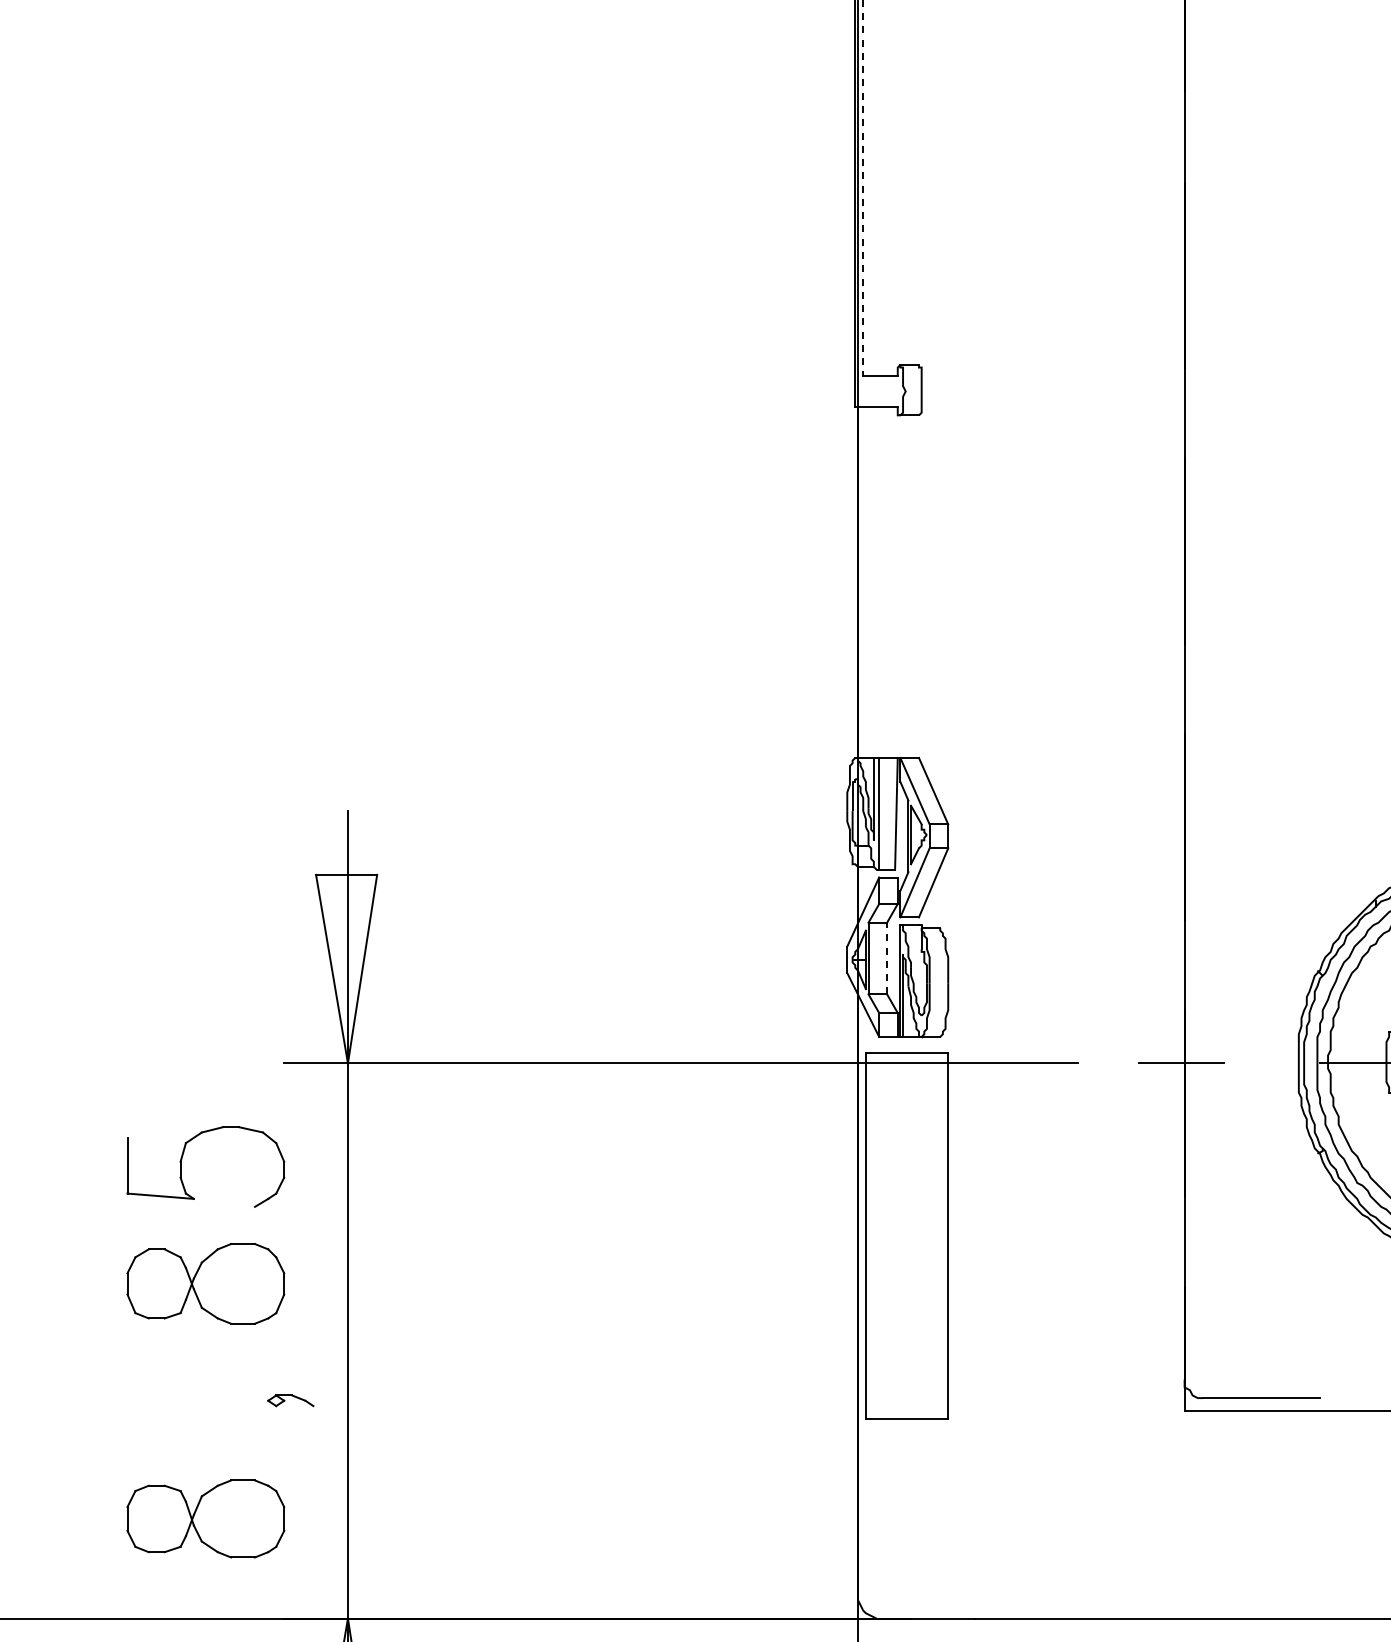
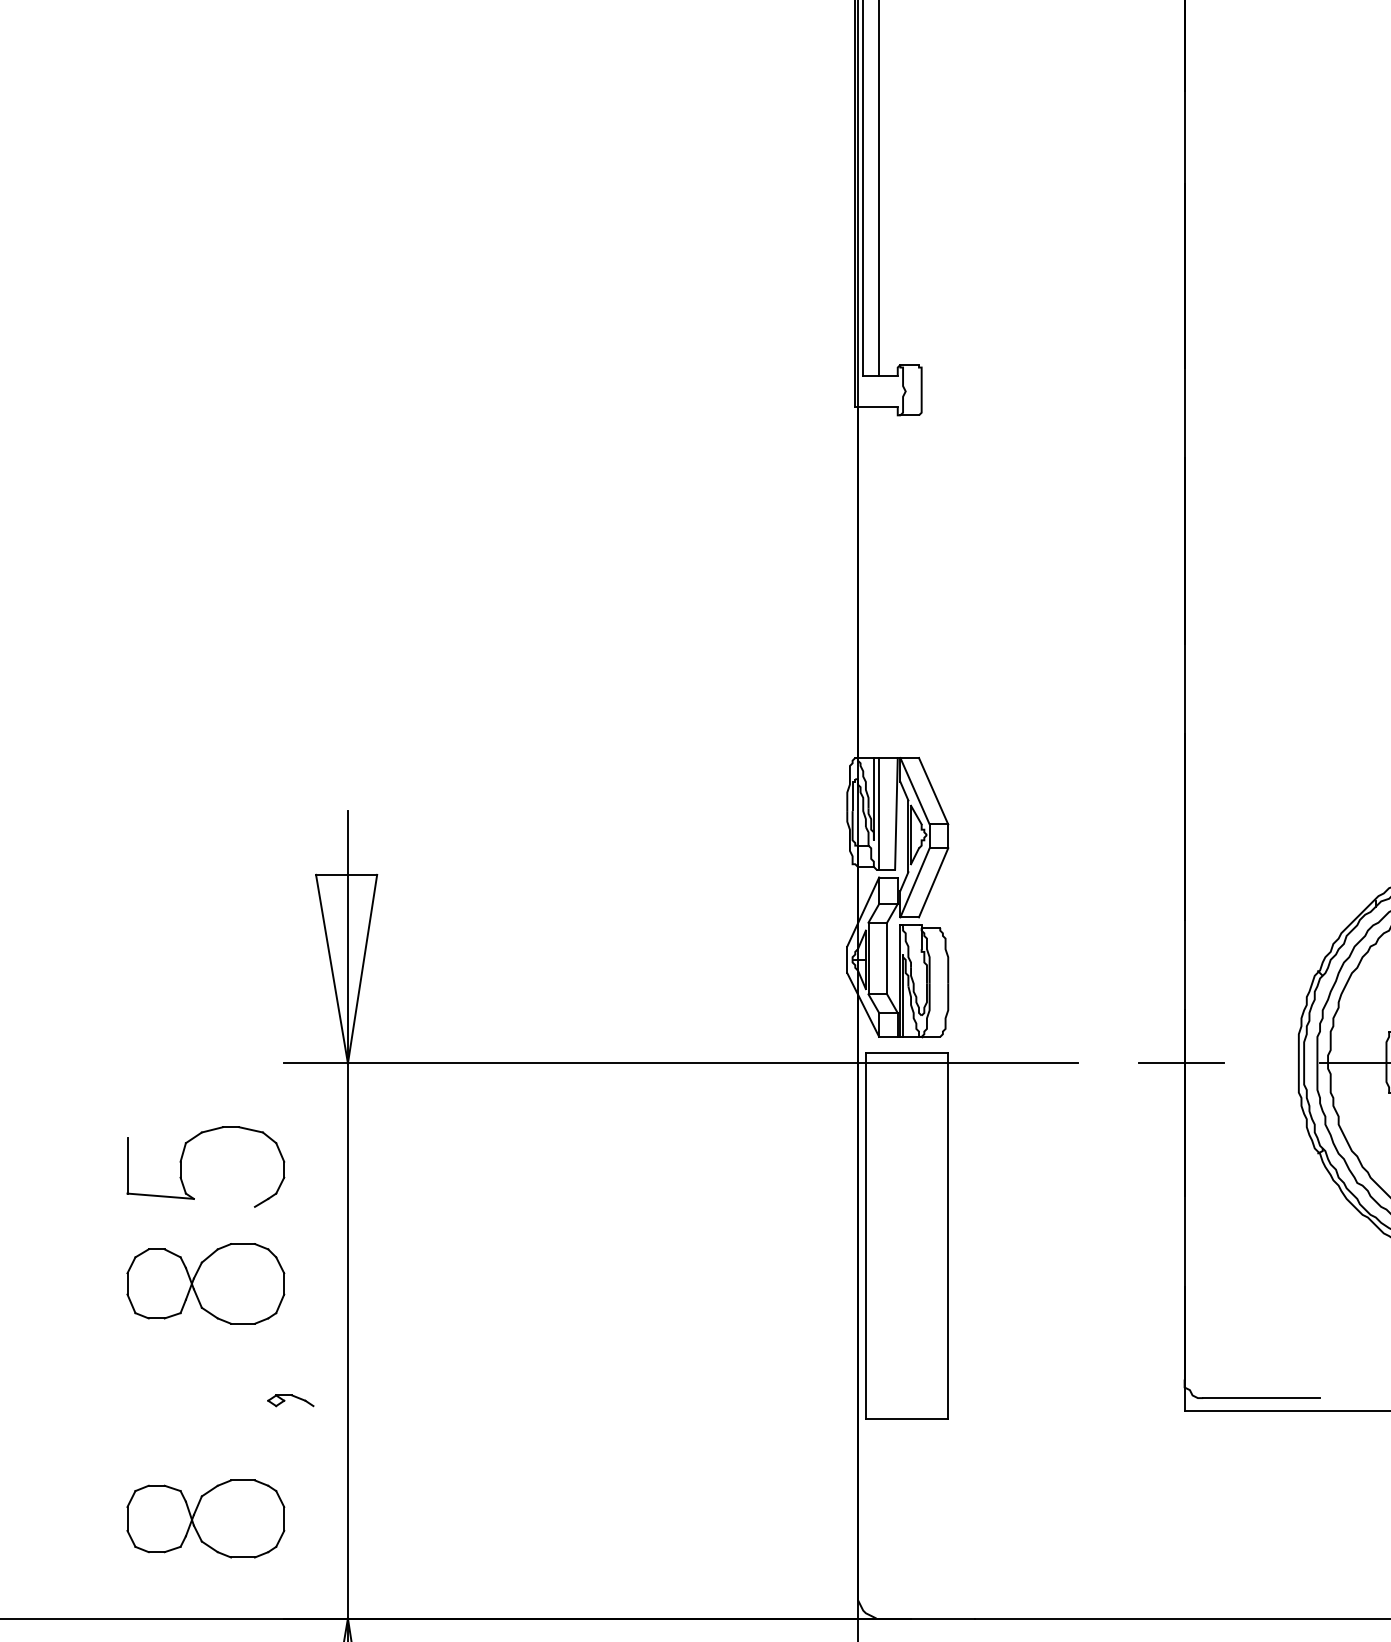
line at (863, 188): dashed -> solid
line at (879, 188): none -> present
line at (887, 958): dashed -> solid
